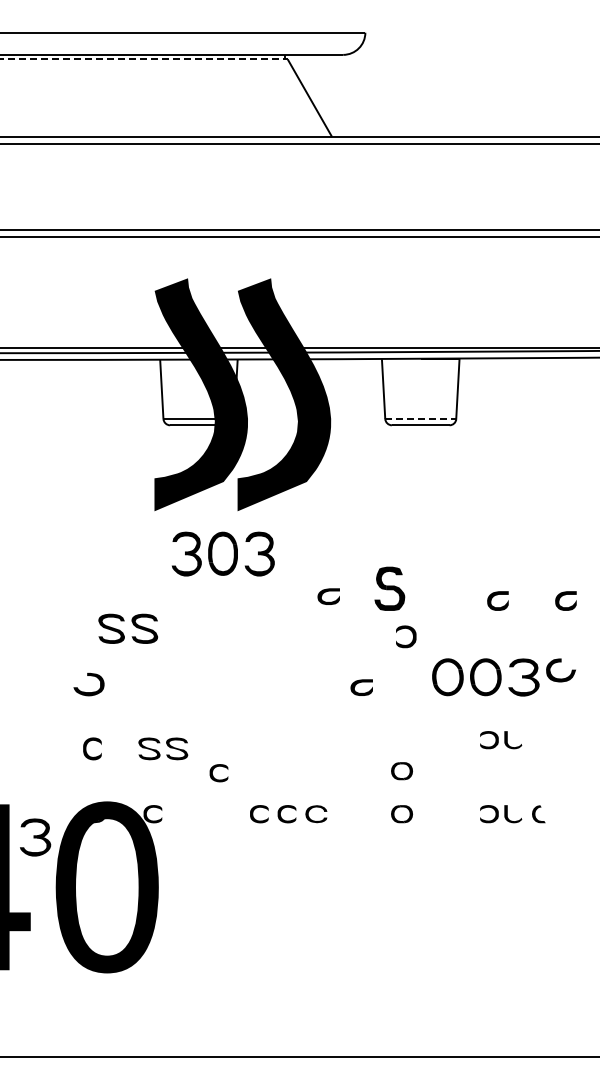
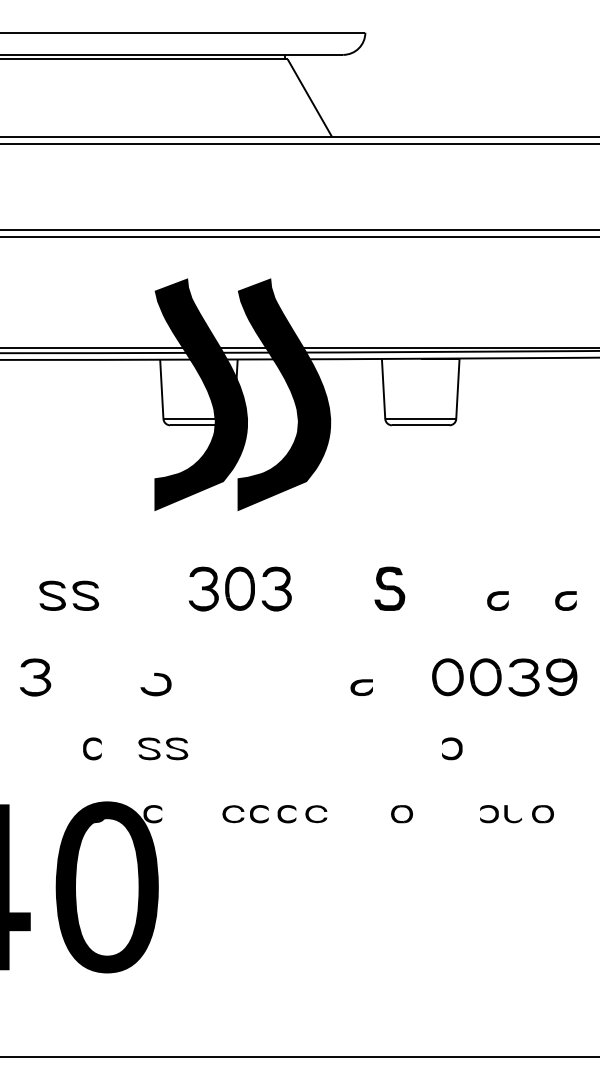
line at (143, 59): dashed -> solid
line at (421, 419): dashed -> solid
part at (223, 553) position: (223, 553) -> (240, 588)
part at (328, 596): present -> none
part at (128, 628) position: (128, 628) -> (69, 595)
part at (412, 634) position: (412, 634) -> (458, 746)
fill at (562, 677): none -> present
part at (88, 692) position: (88, 692) -> (155, 692)
part at (501, 740): present -> none
part at (401, 771): present -> none
part at (218, 773): present -> none
fill at (233, 814): none -> present
fill at (546, 814): none -> present
part at (35, 837) position: (35, 837) -> (35, 677)
